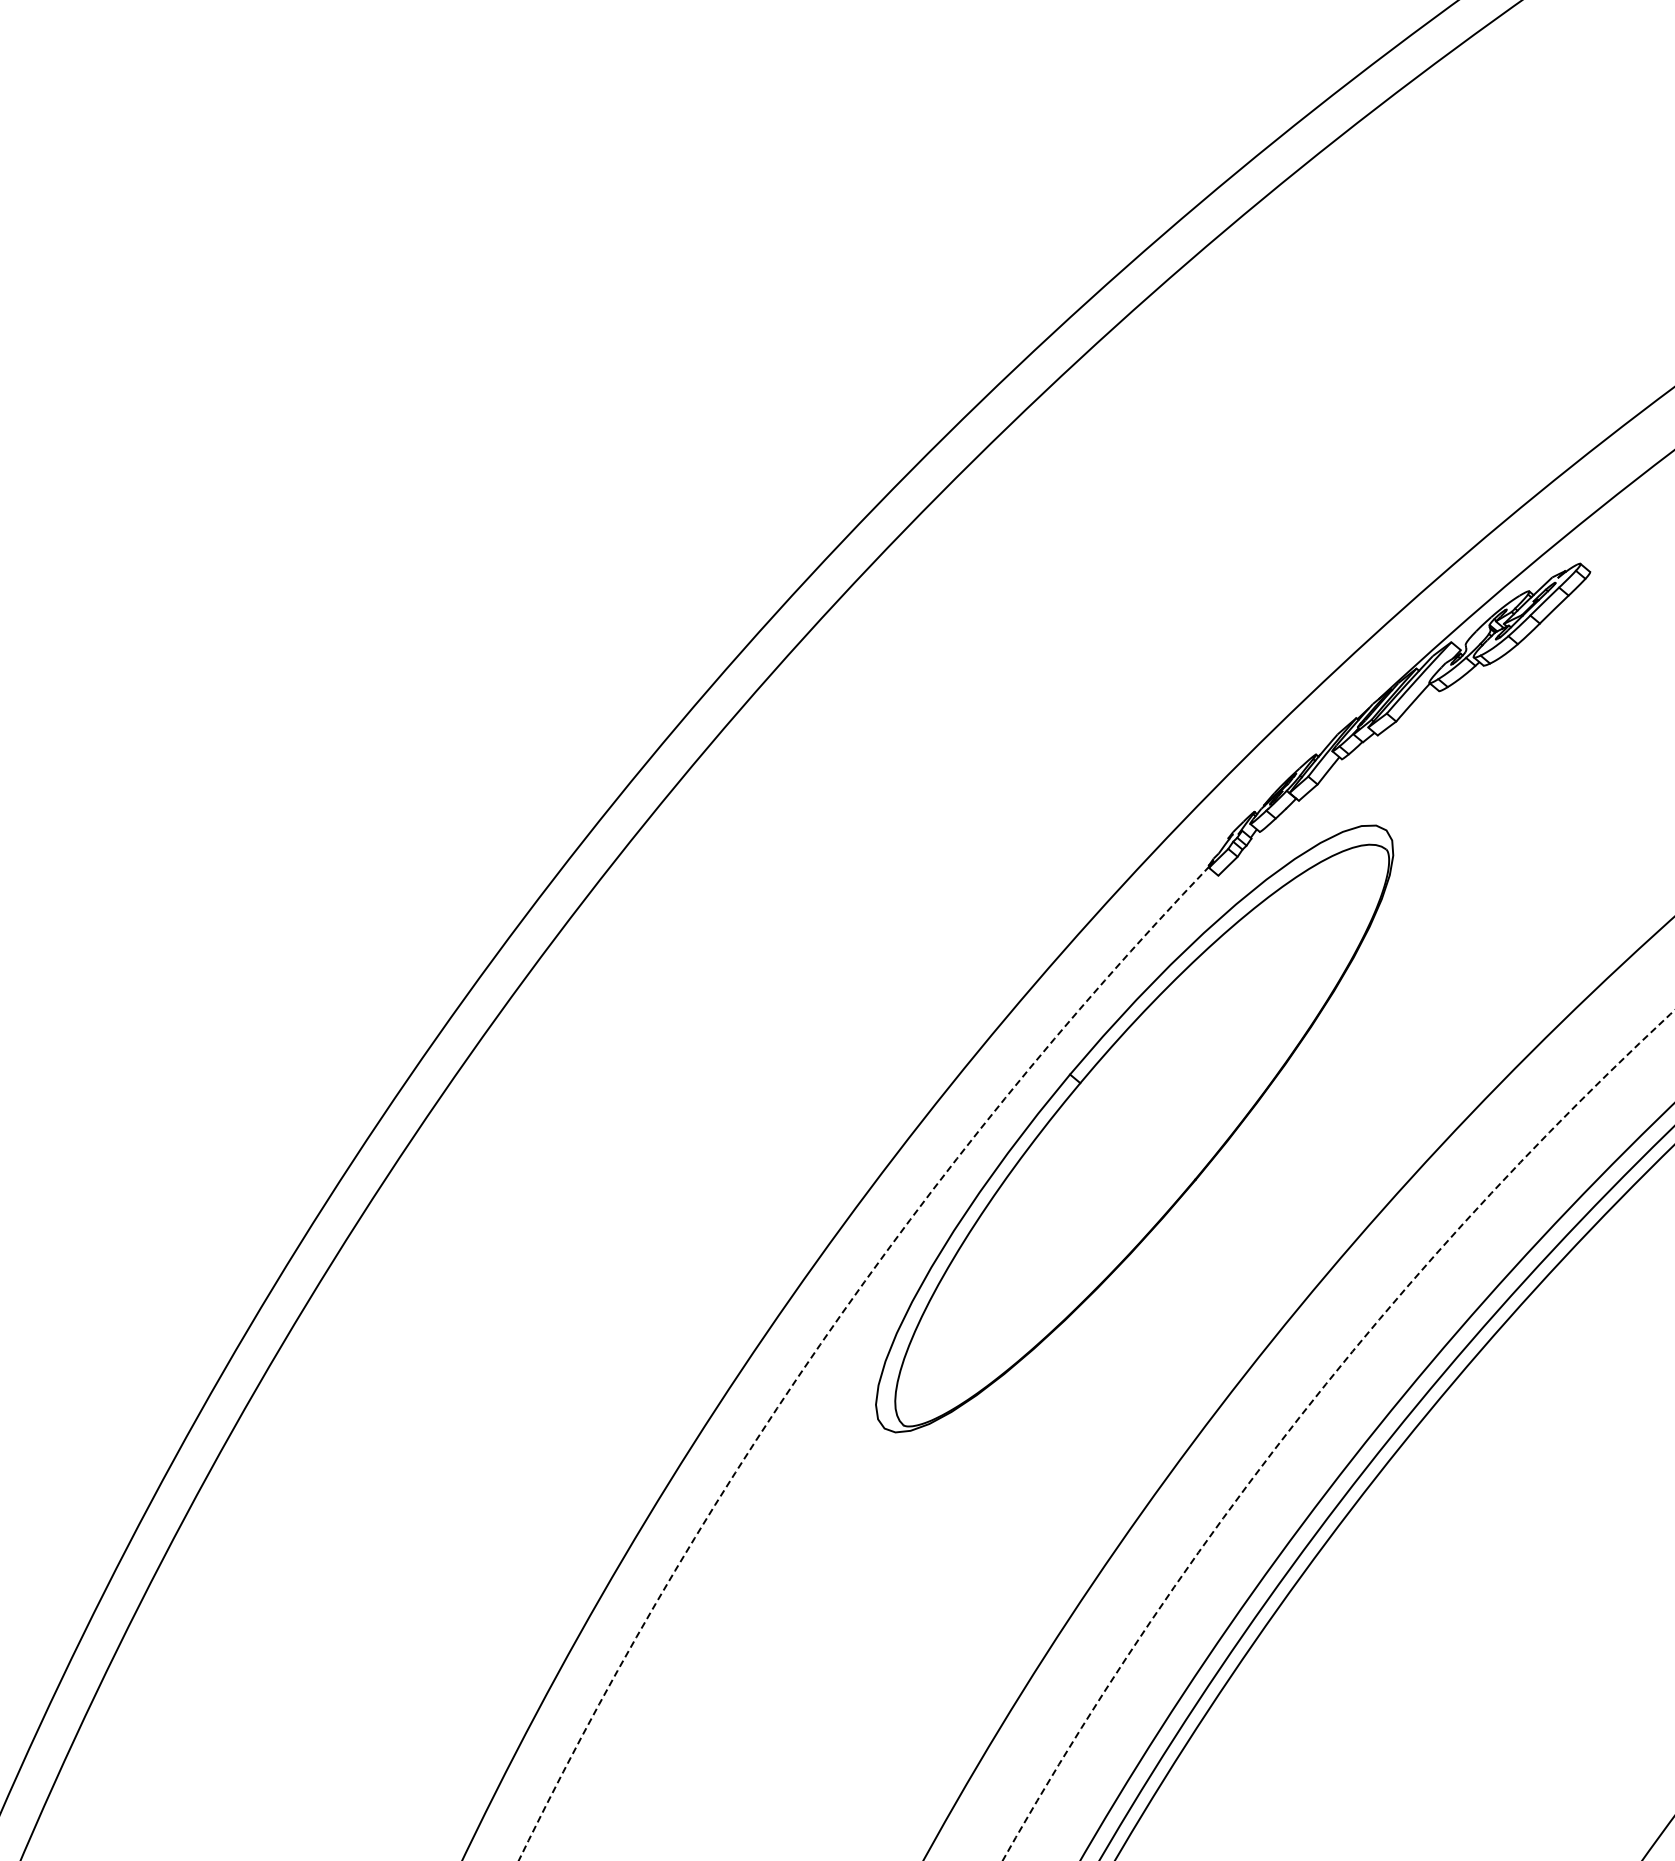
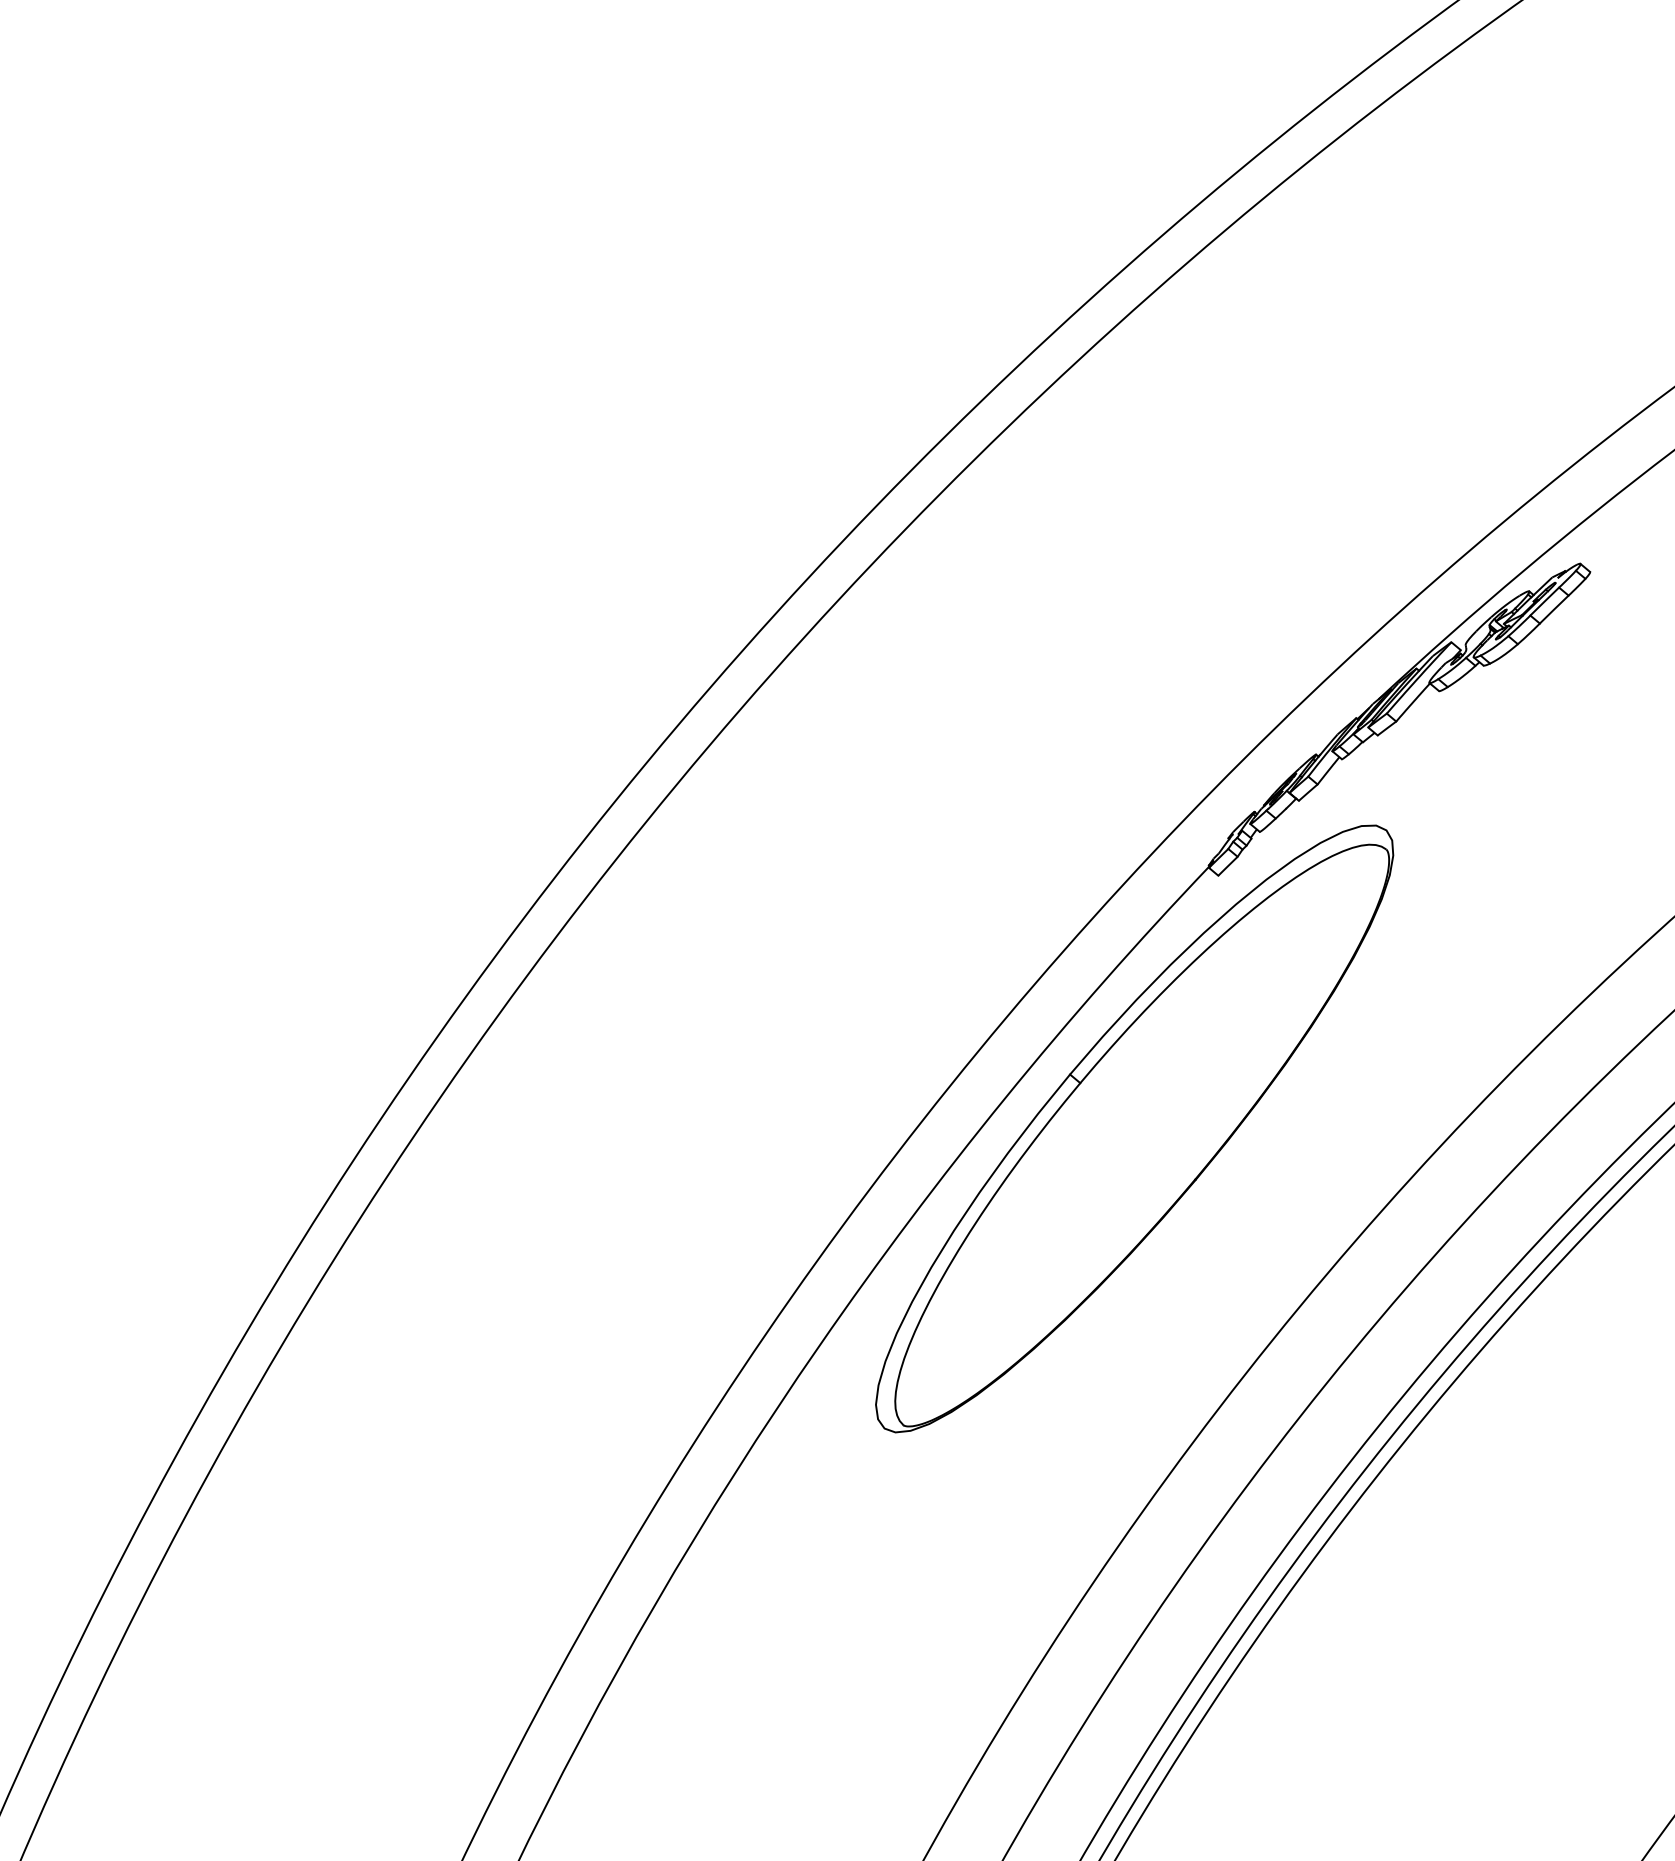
arc at (826, 1336): dashed -> solid
circle at (1338, 1435): dashed -> solid
